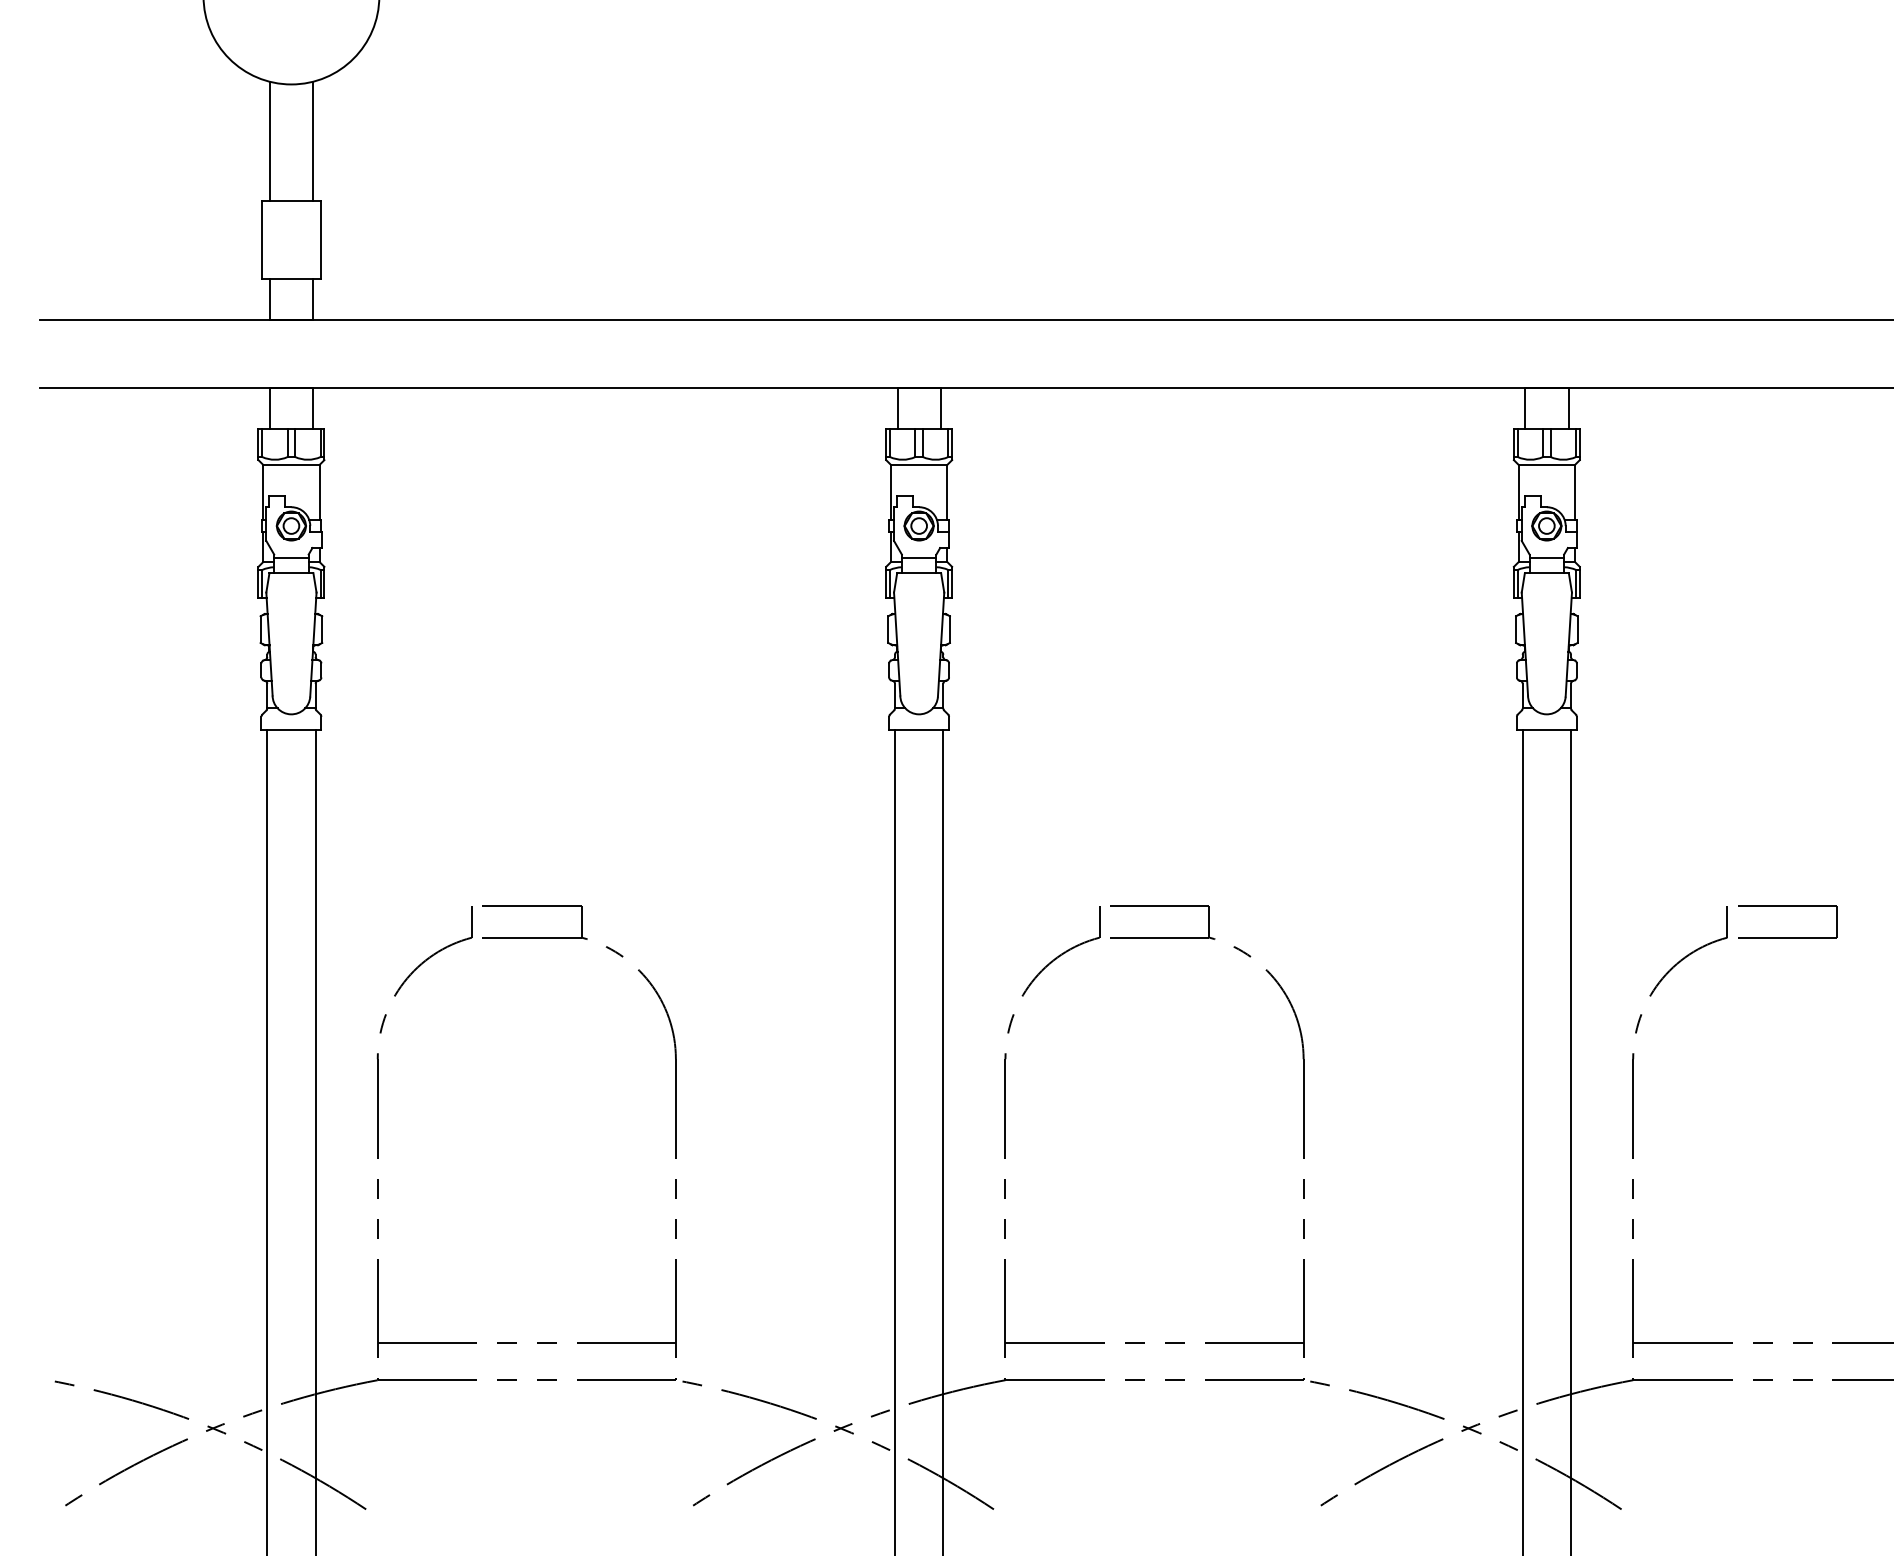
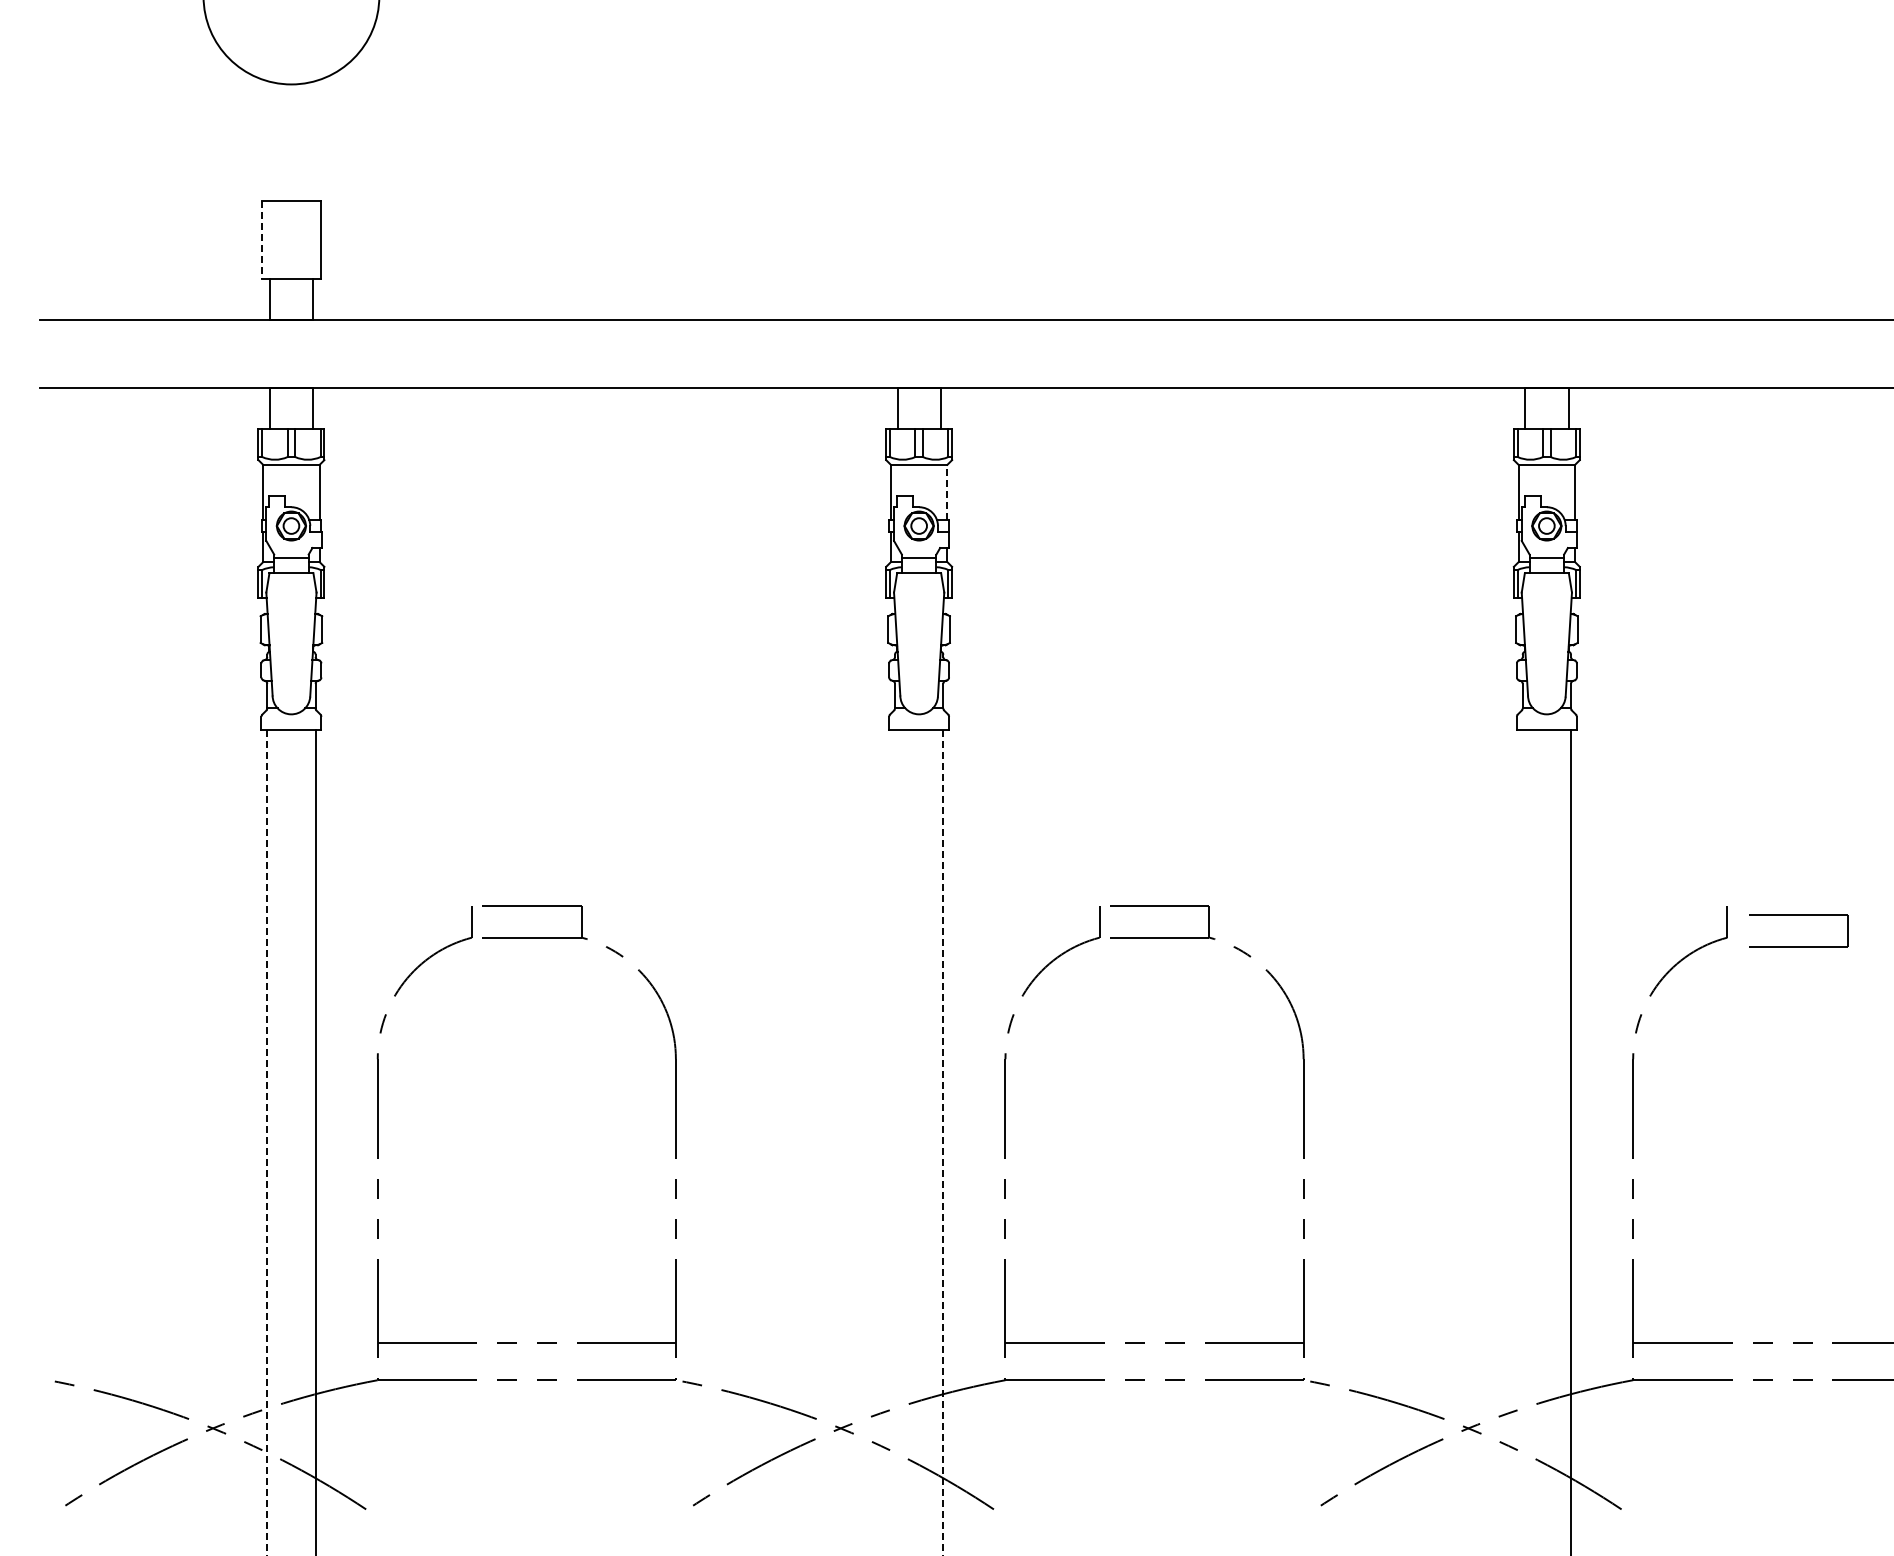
line at (269, 140): present -> none
line at (313, 140): present -> none
line at (261, 240): solid -> dashed
line at (947, 491): solid -> dashed
part at (1787, 906) position: (1787, 906) -> (1798, 915)
line at (894, 1141): present -> none
line at (1522, 1141): present -> none
line at (943, 1142): solid -> dashed
line at (267, 1143): solid -> dashed
